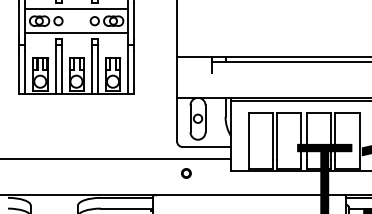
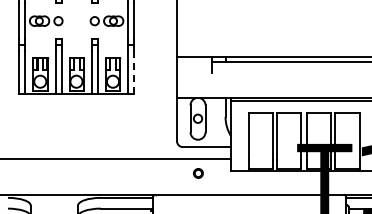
line at (76, 9): present -> none
line at (76, 33): present -> none
line at (134, 70): solid -> dashed
part at (186, 173) position: (186, 173) -> (198, 173)
